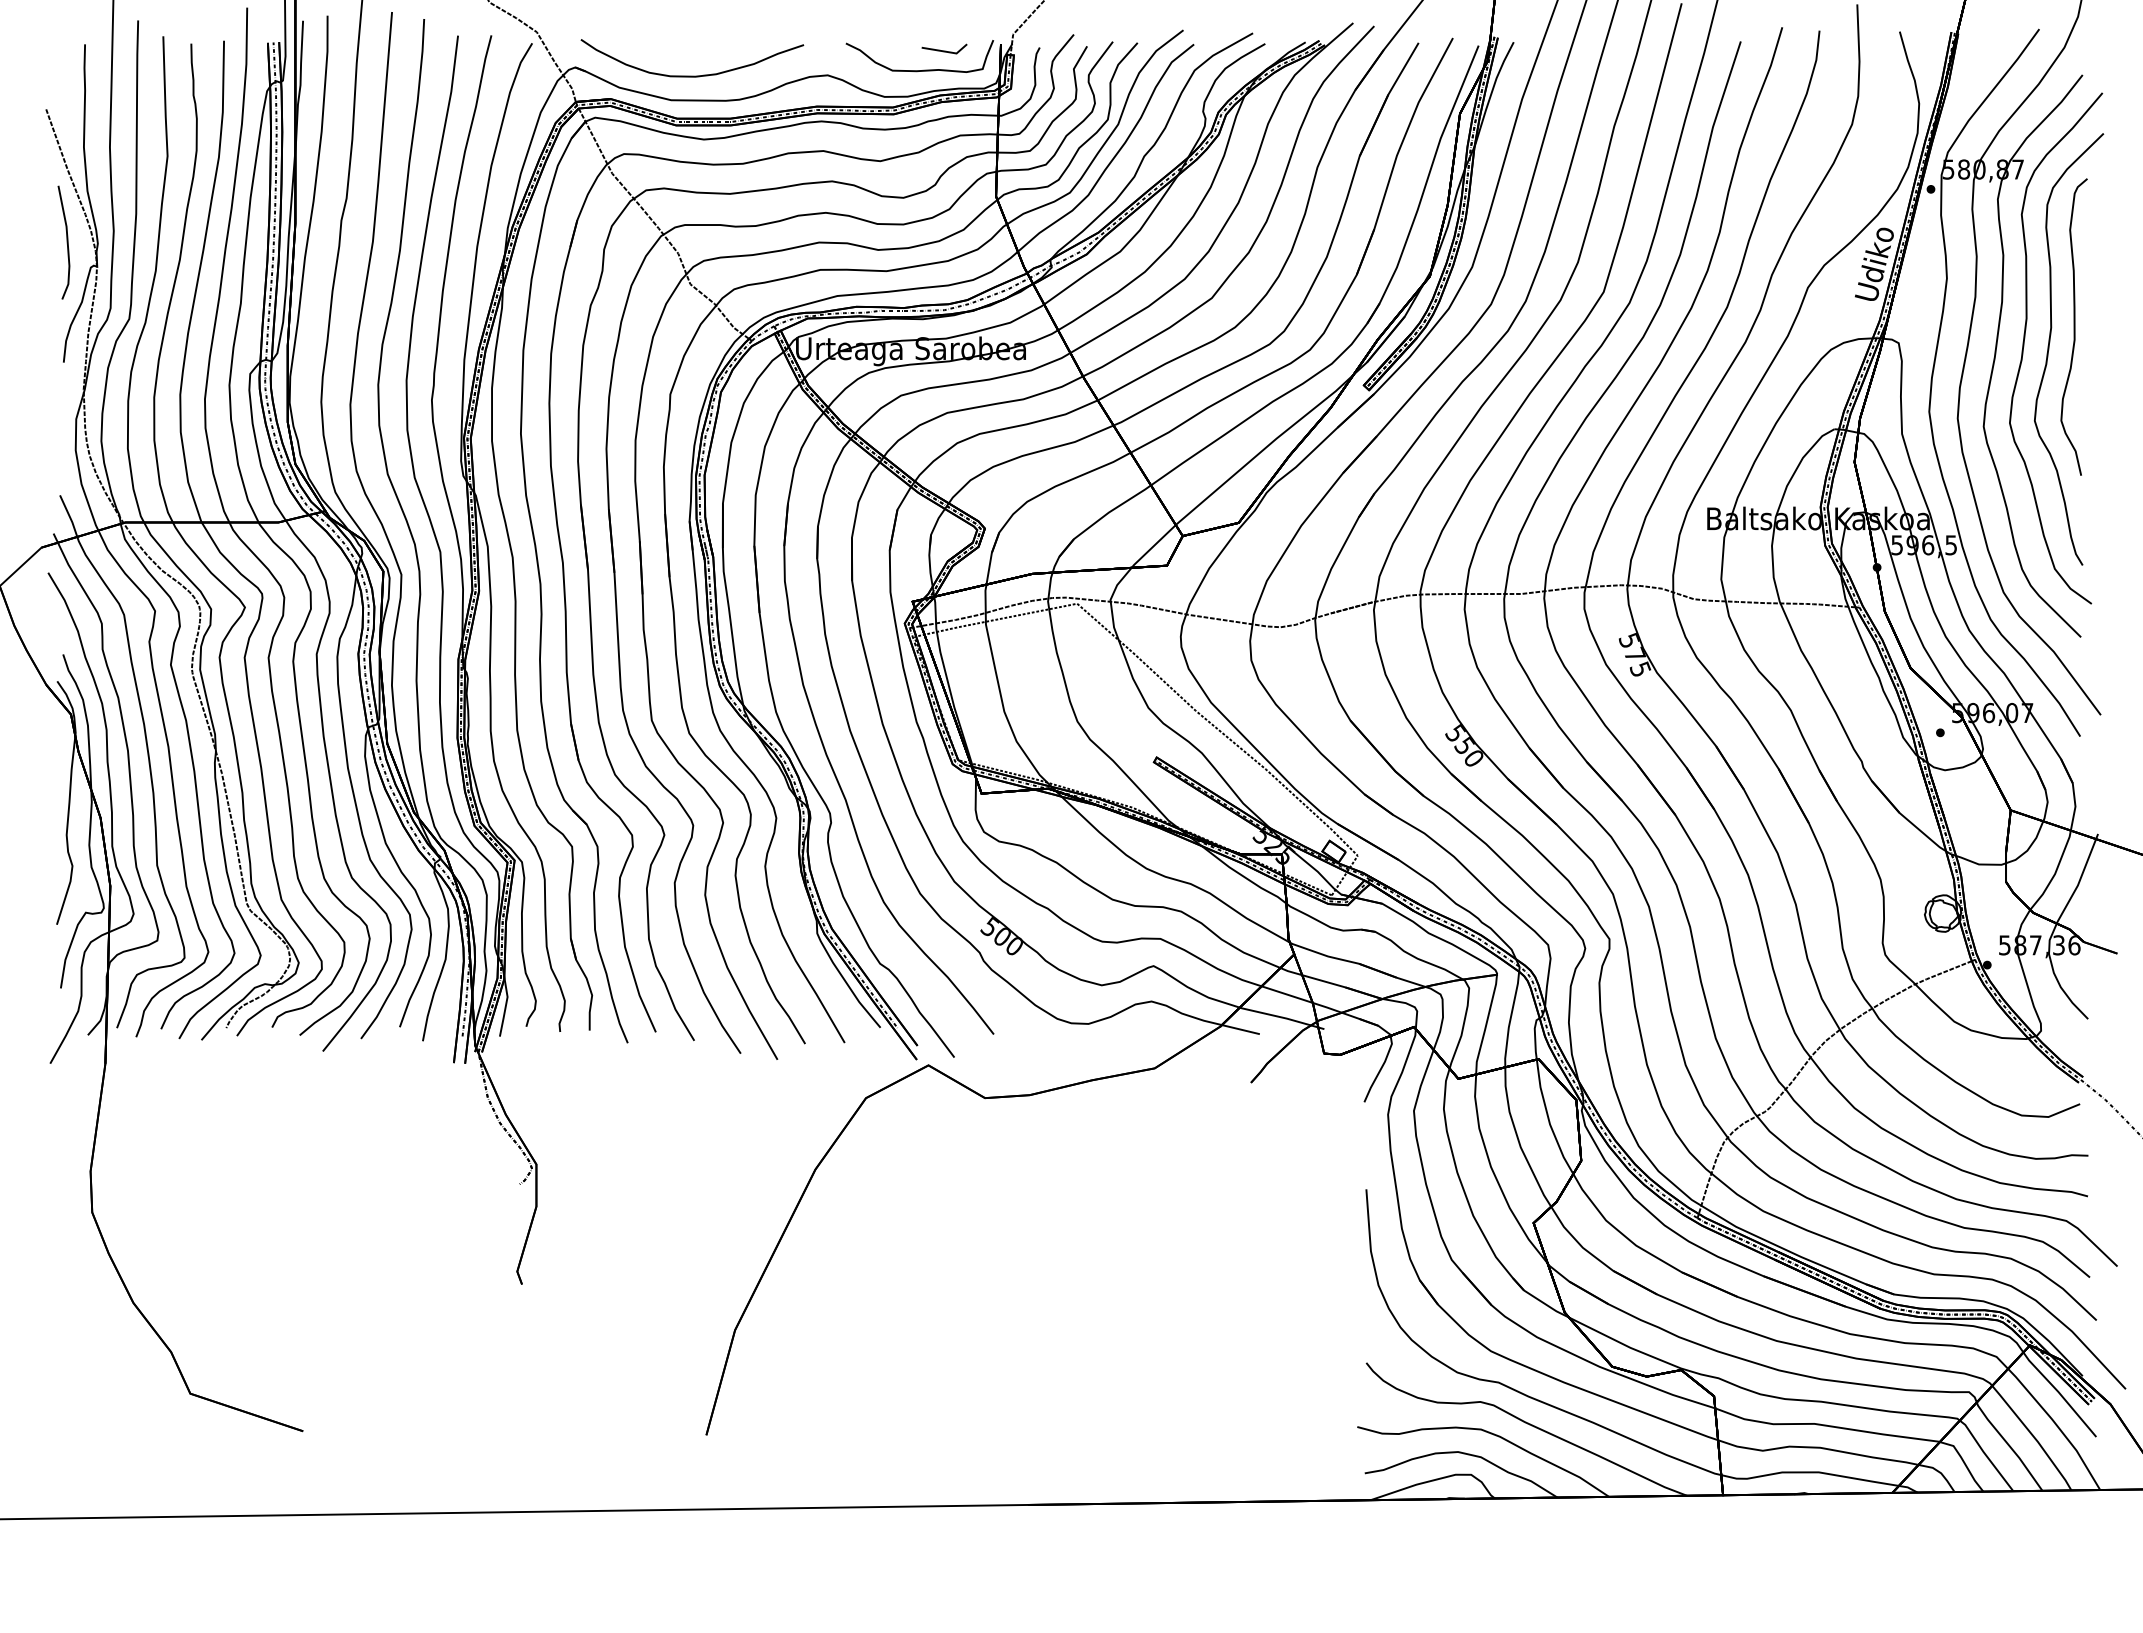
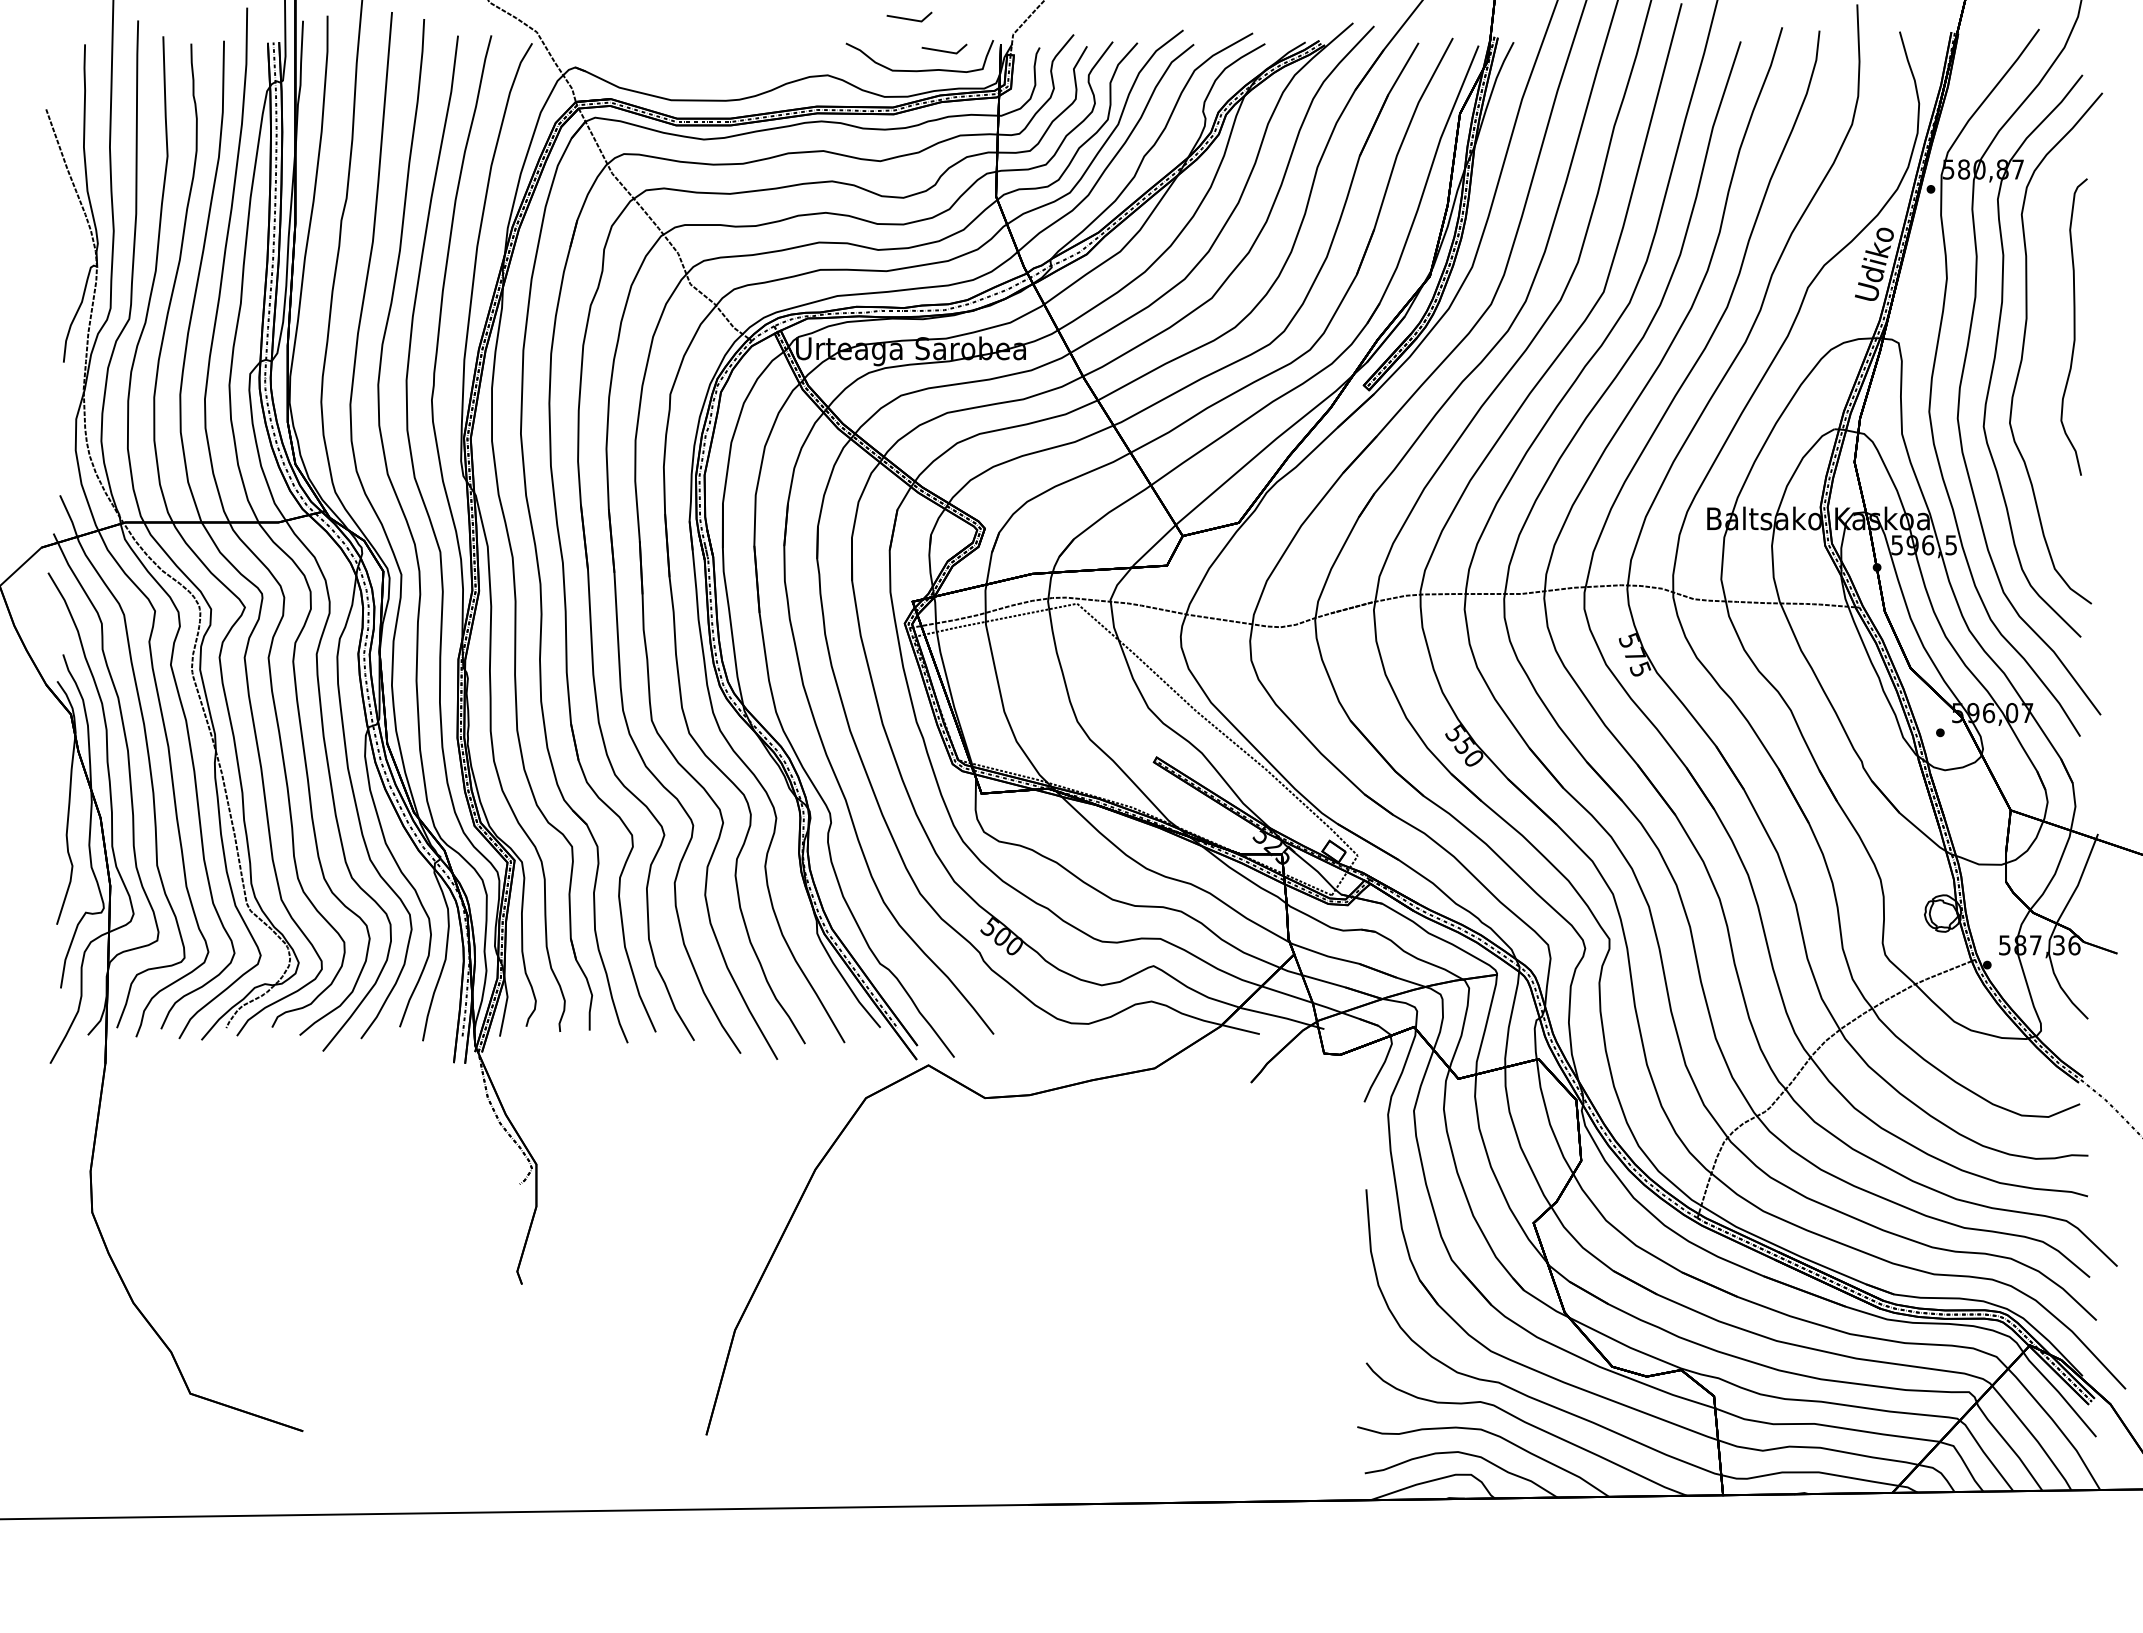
line at (909, 18): none -> present
curve at (692, 75): present -> none
line at (66, 242): present -> none
curve at (2049, 349): present -> none
